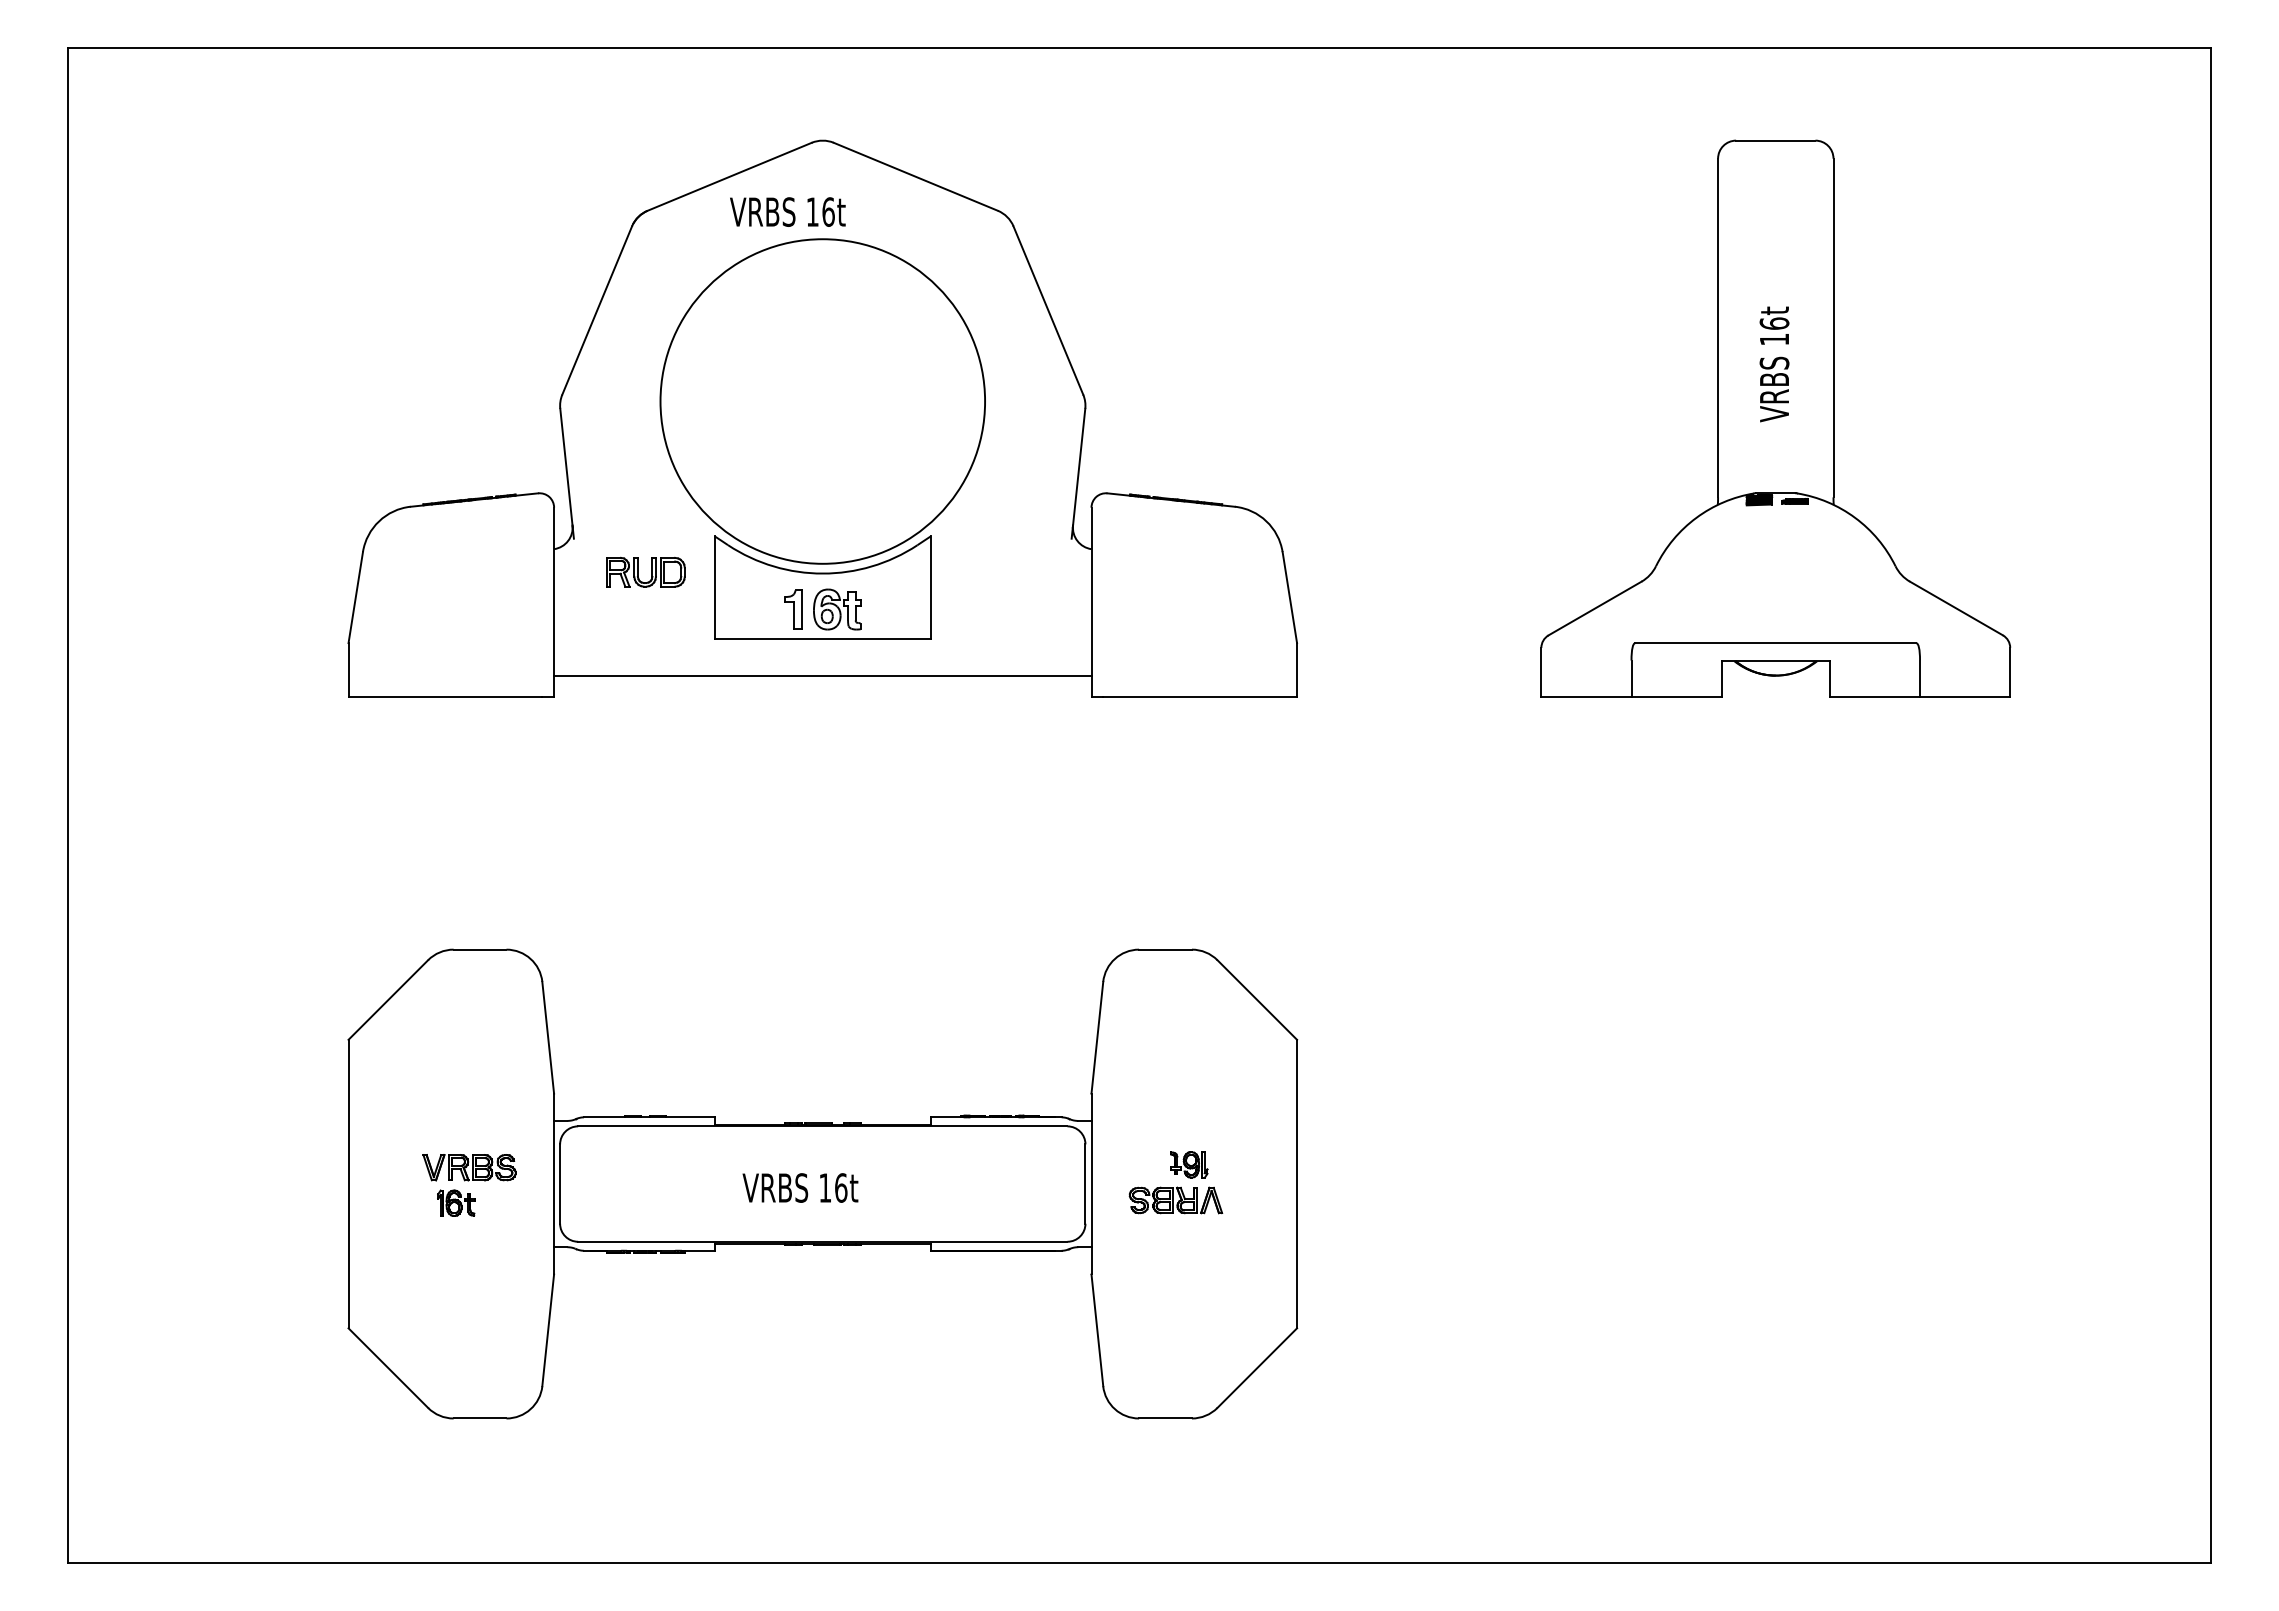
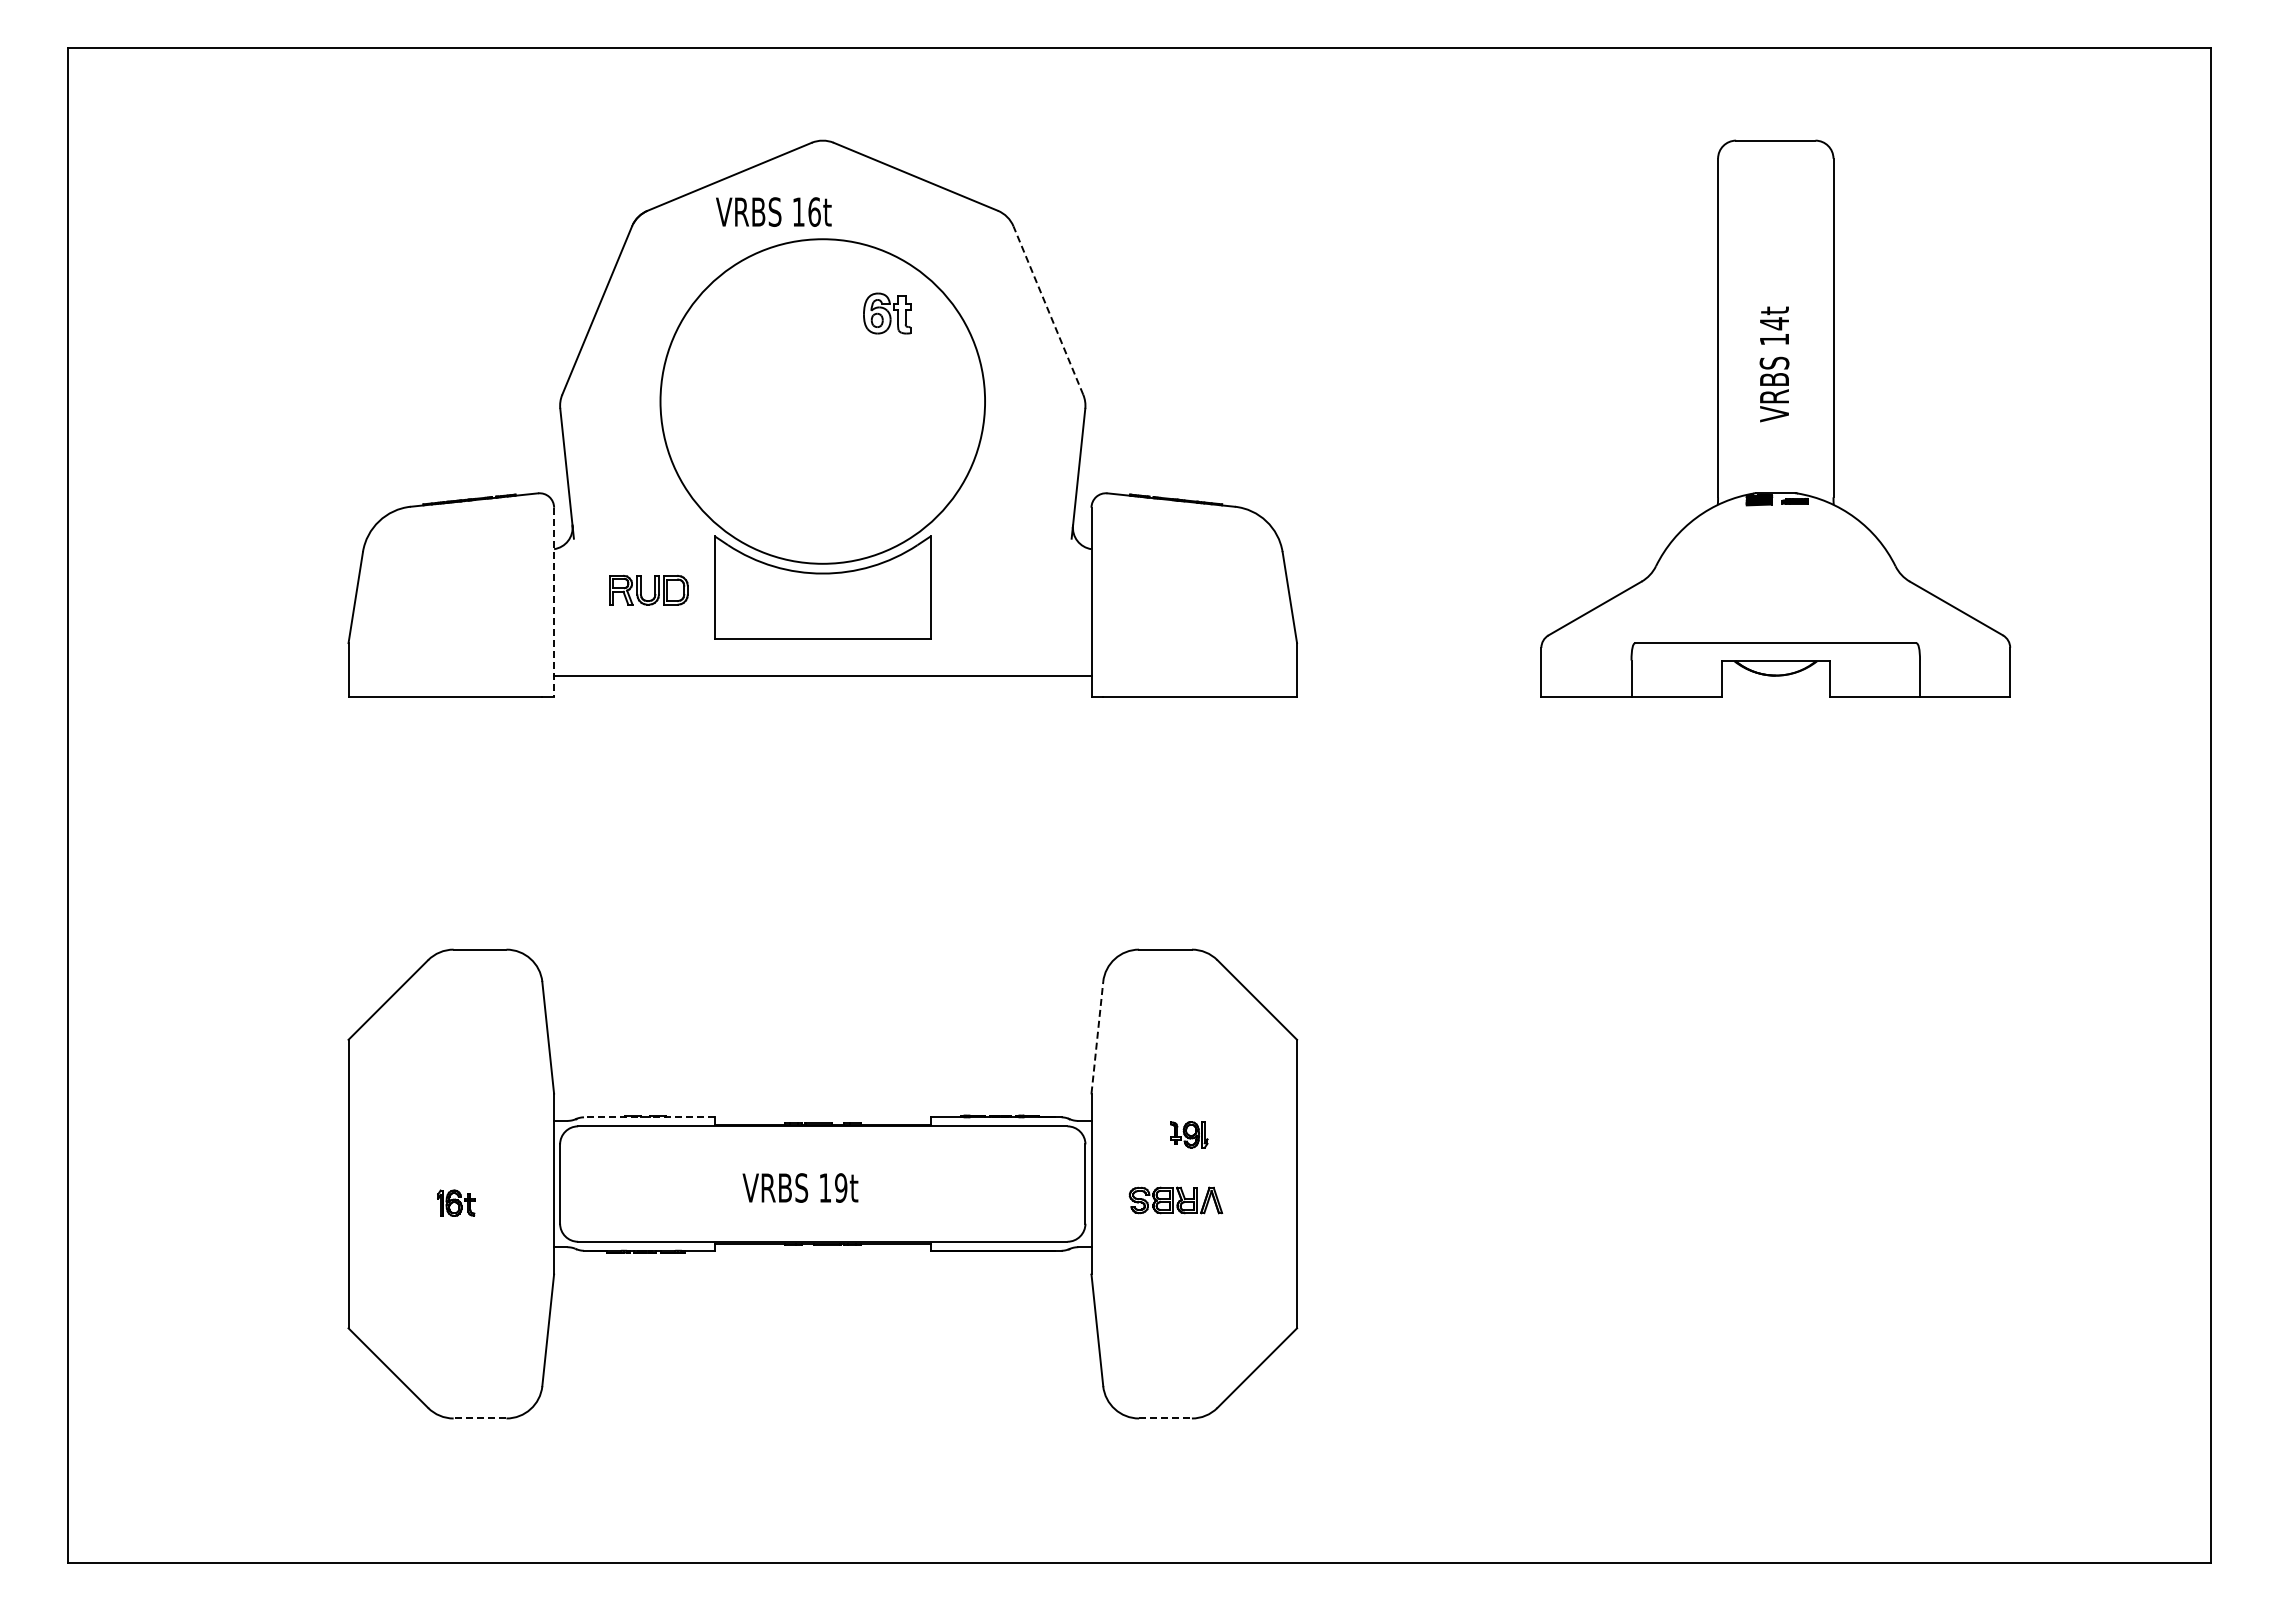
text at (787, 211) position: (787, 211) -> (773, 211)
line at (1048, 310): solid -> dashed
text at (1774, 323): 16t -> 14t
part at (645, 571) position: (645, 571) -> (648, 589)
line at (554, 602): solid -> dashed
part at (793, 609): present -> none
part at (837, 609) position: (837, 609) -> (887, 313)
line at (1097, 1037): solid -> dashed
line at (648, 1117): solid -> dashed
part at (1189, 1164) position: (1189, 1164) -> (1189, 1134)
part at (469, 1167): present -> none
text at (841, 1187): 16t -> 19t
line at (479, 1418): solid -> dashed
line at (1166, 1418): solid -> dashed
